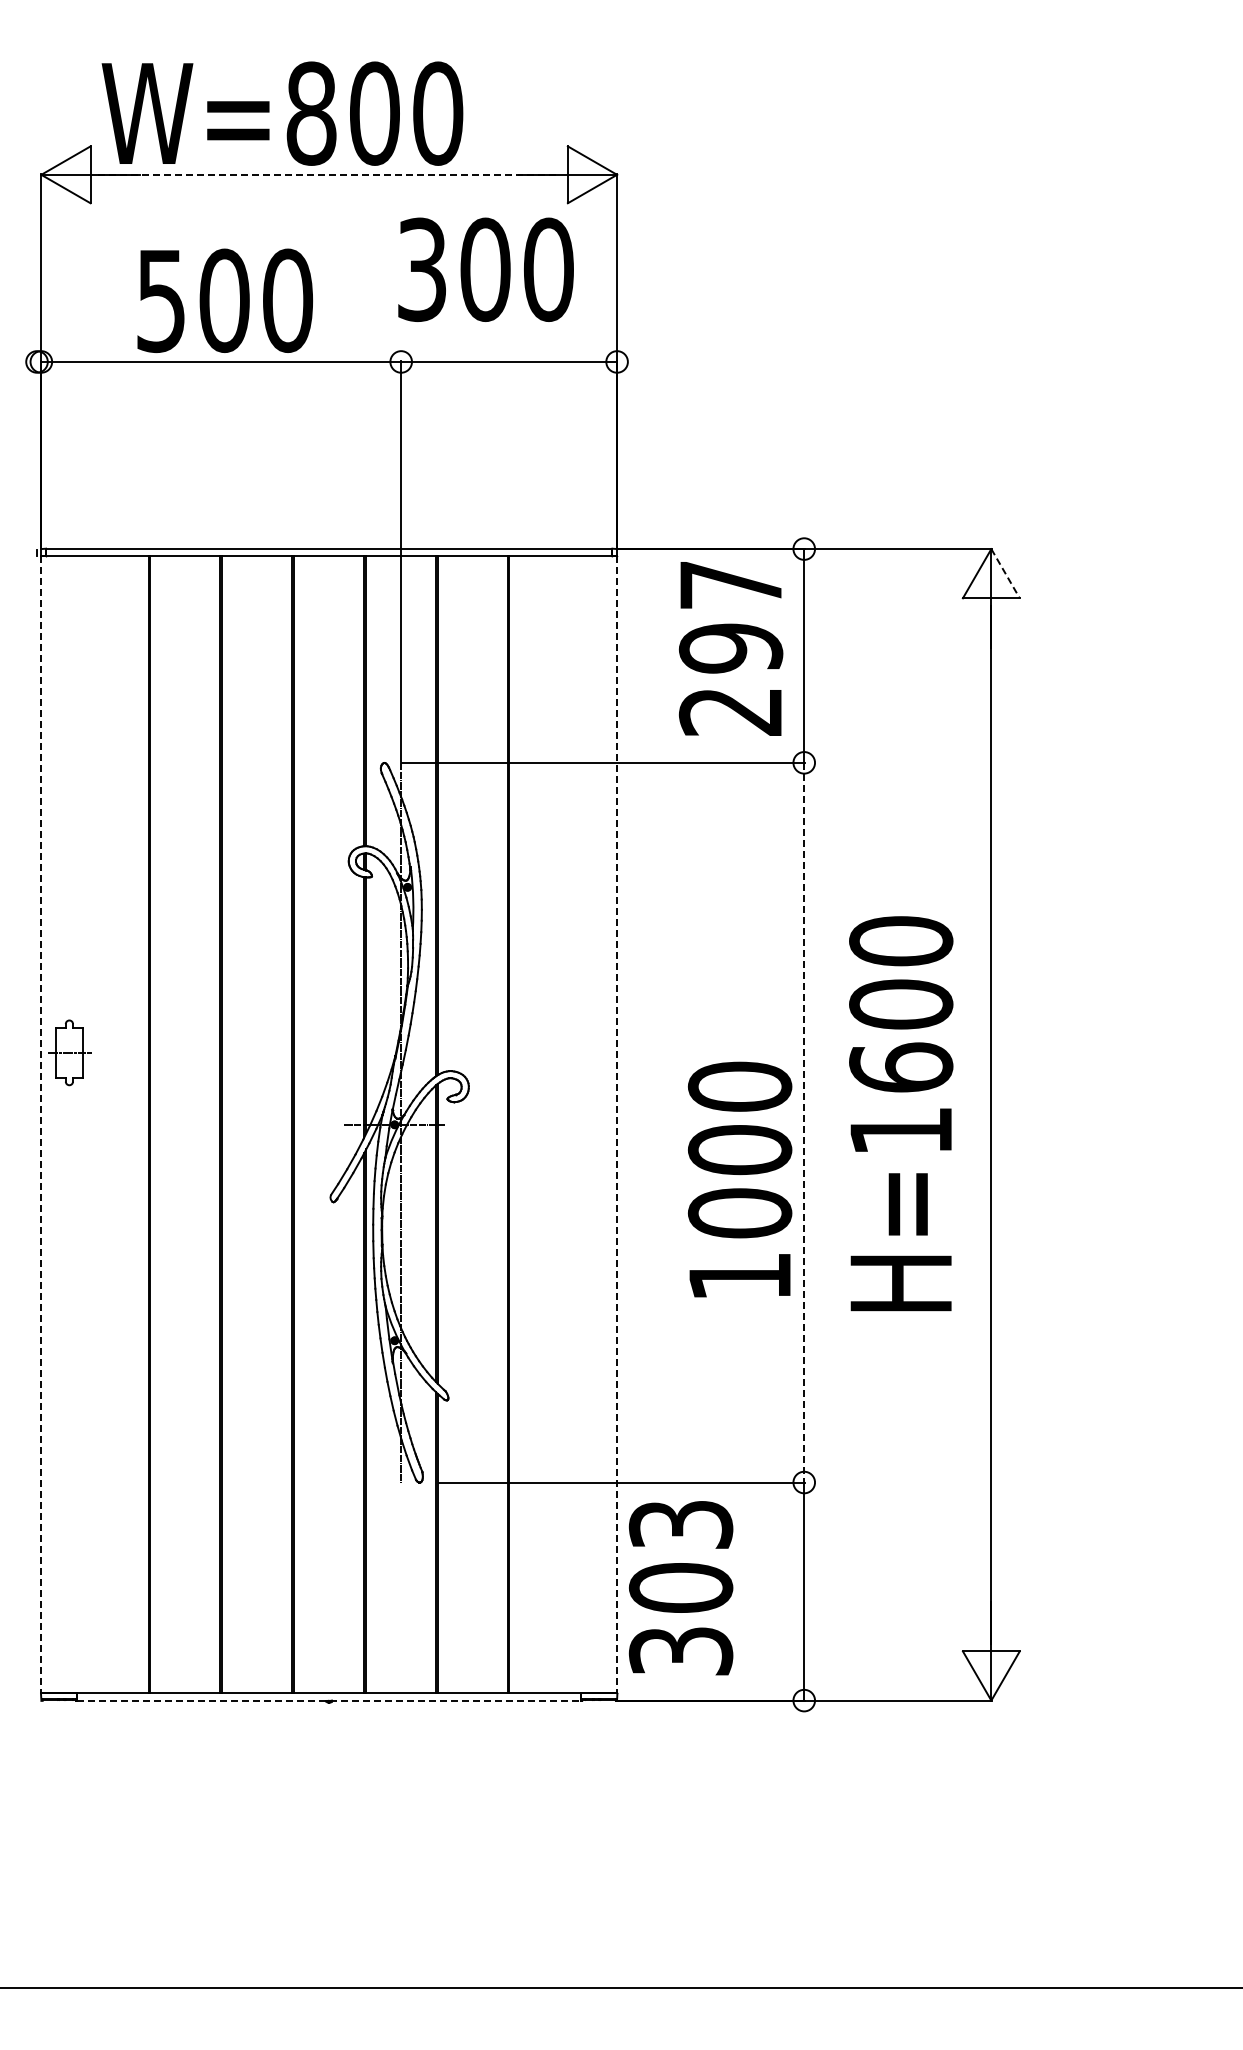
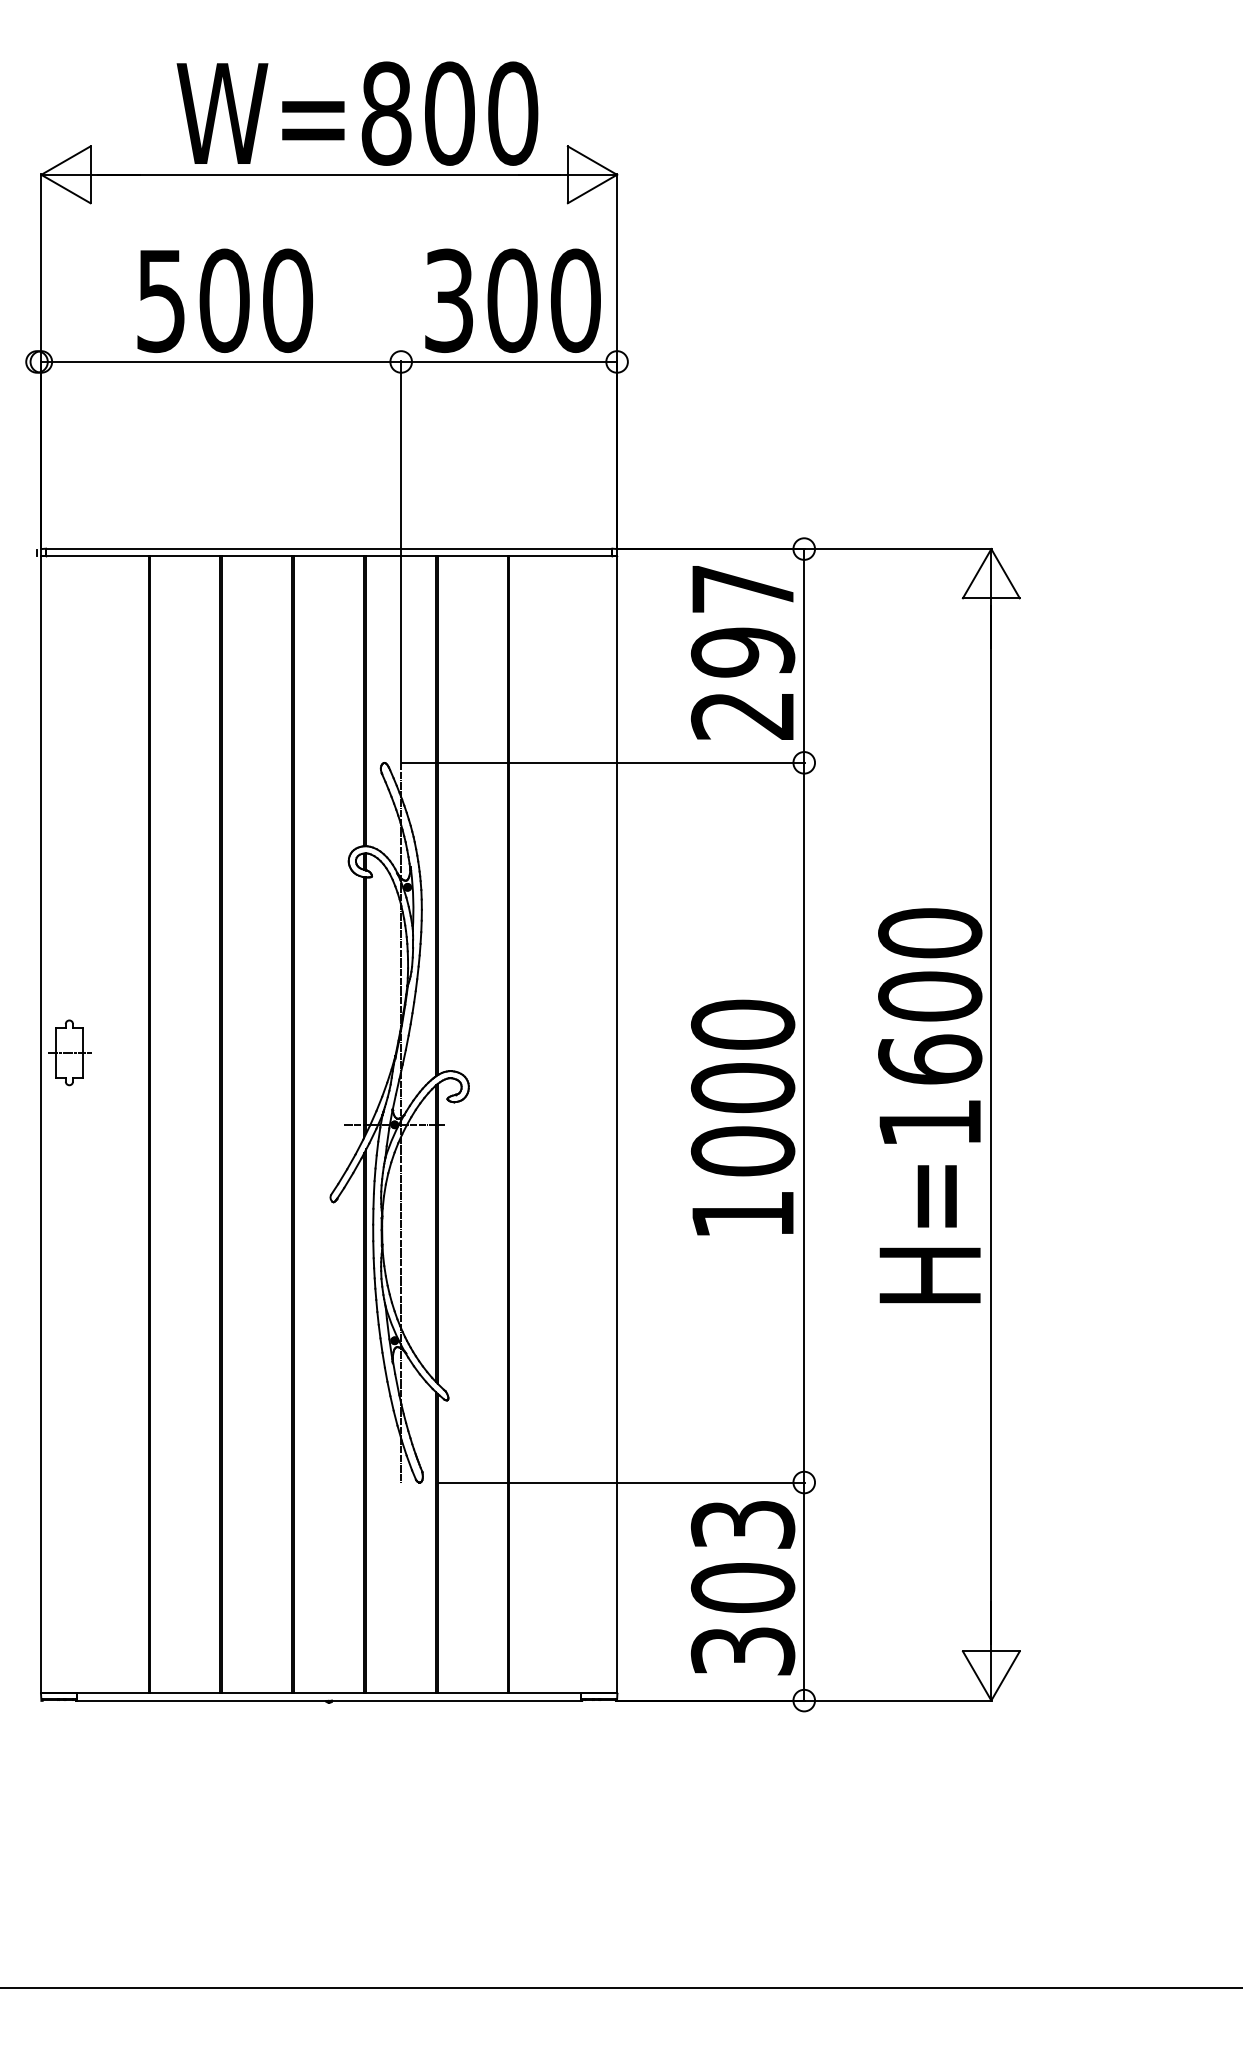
text at (282, 113) position: (282, 113) -> (357, 113)
line at (329, 174): dashed -> solid
text at (485, 269) position: (485, 269) -> (512, 300)
line at (1005, 574): dashed -> solid
text at (731, 648) position: (731, 648) -> (743, 652)
text at (901, 1113) position: (901, 1113) -> (930, 1105)
line at (804, 1122): dashed -> solid
line at (41, 1124): dashed -> solid
line at (617, 1124): dashed -> solid
text at (740, 1179) position: (740, 1179) -> (743, 1117)
text at (680, 1588) position: (680, 1588) -> (742, 1588)
line at (329, 1700): dashed -> solid
